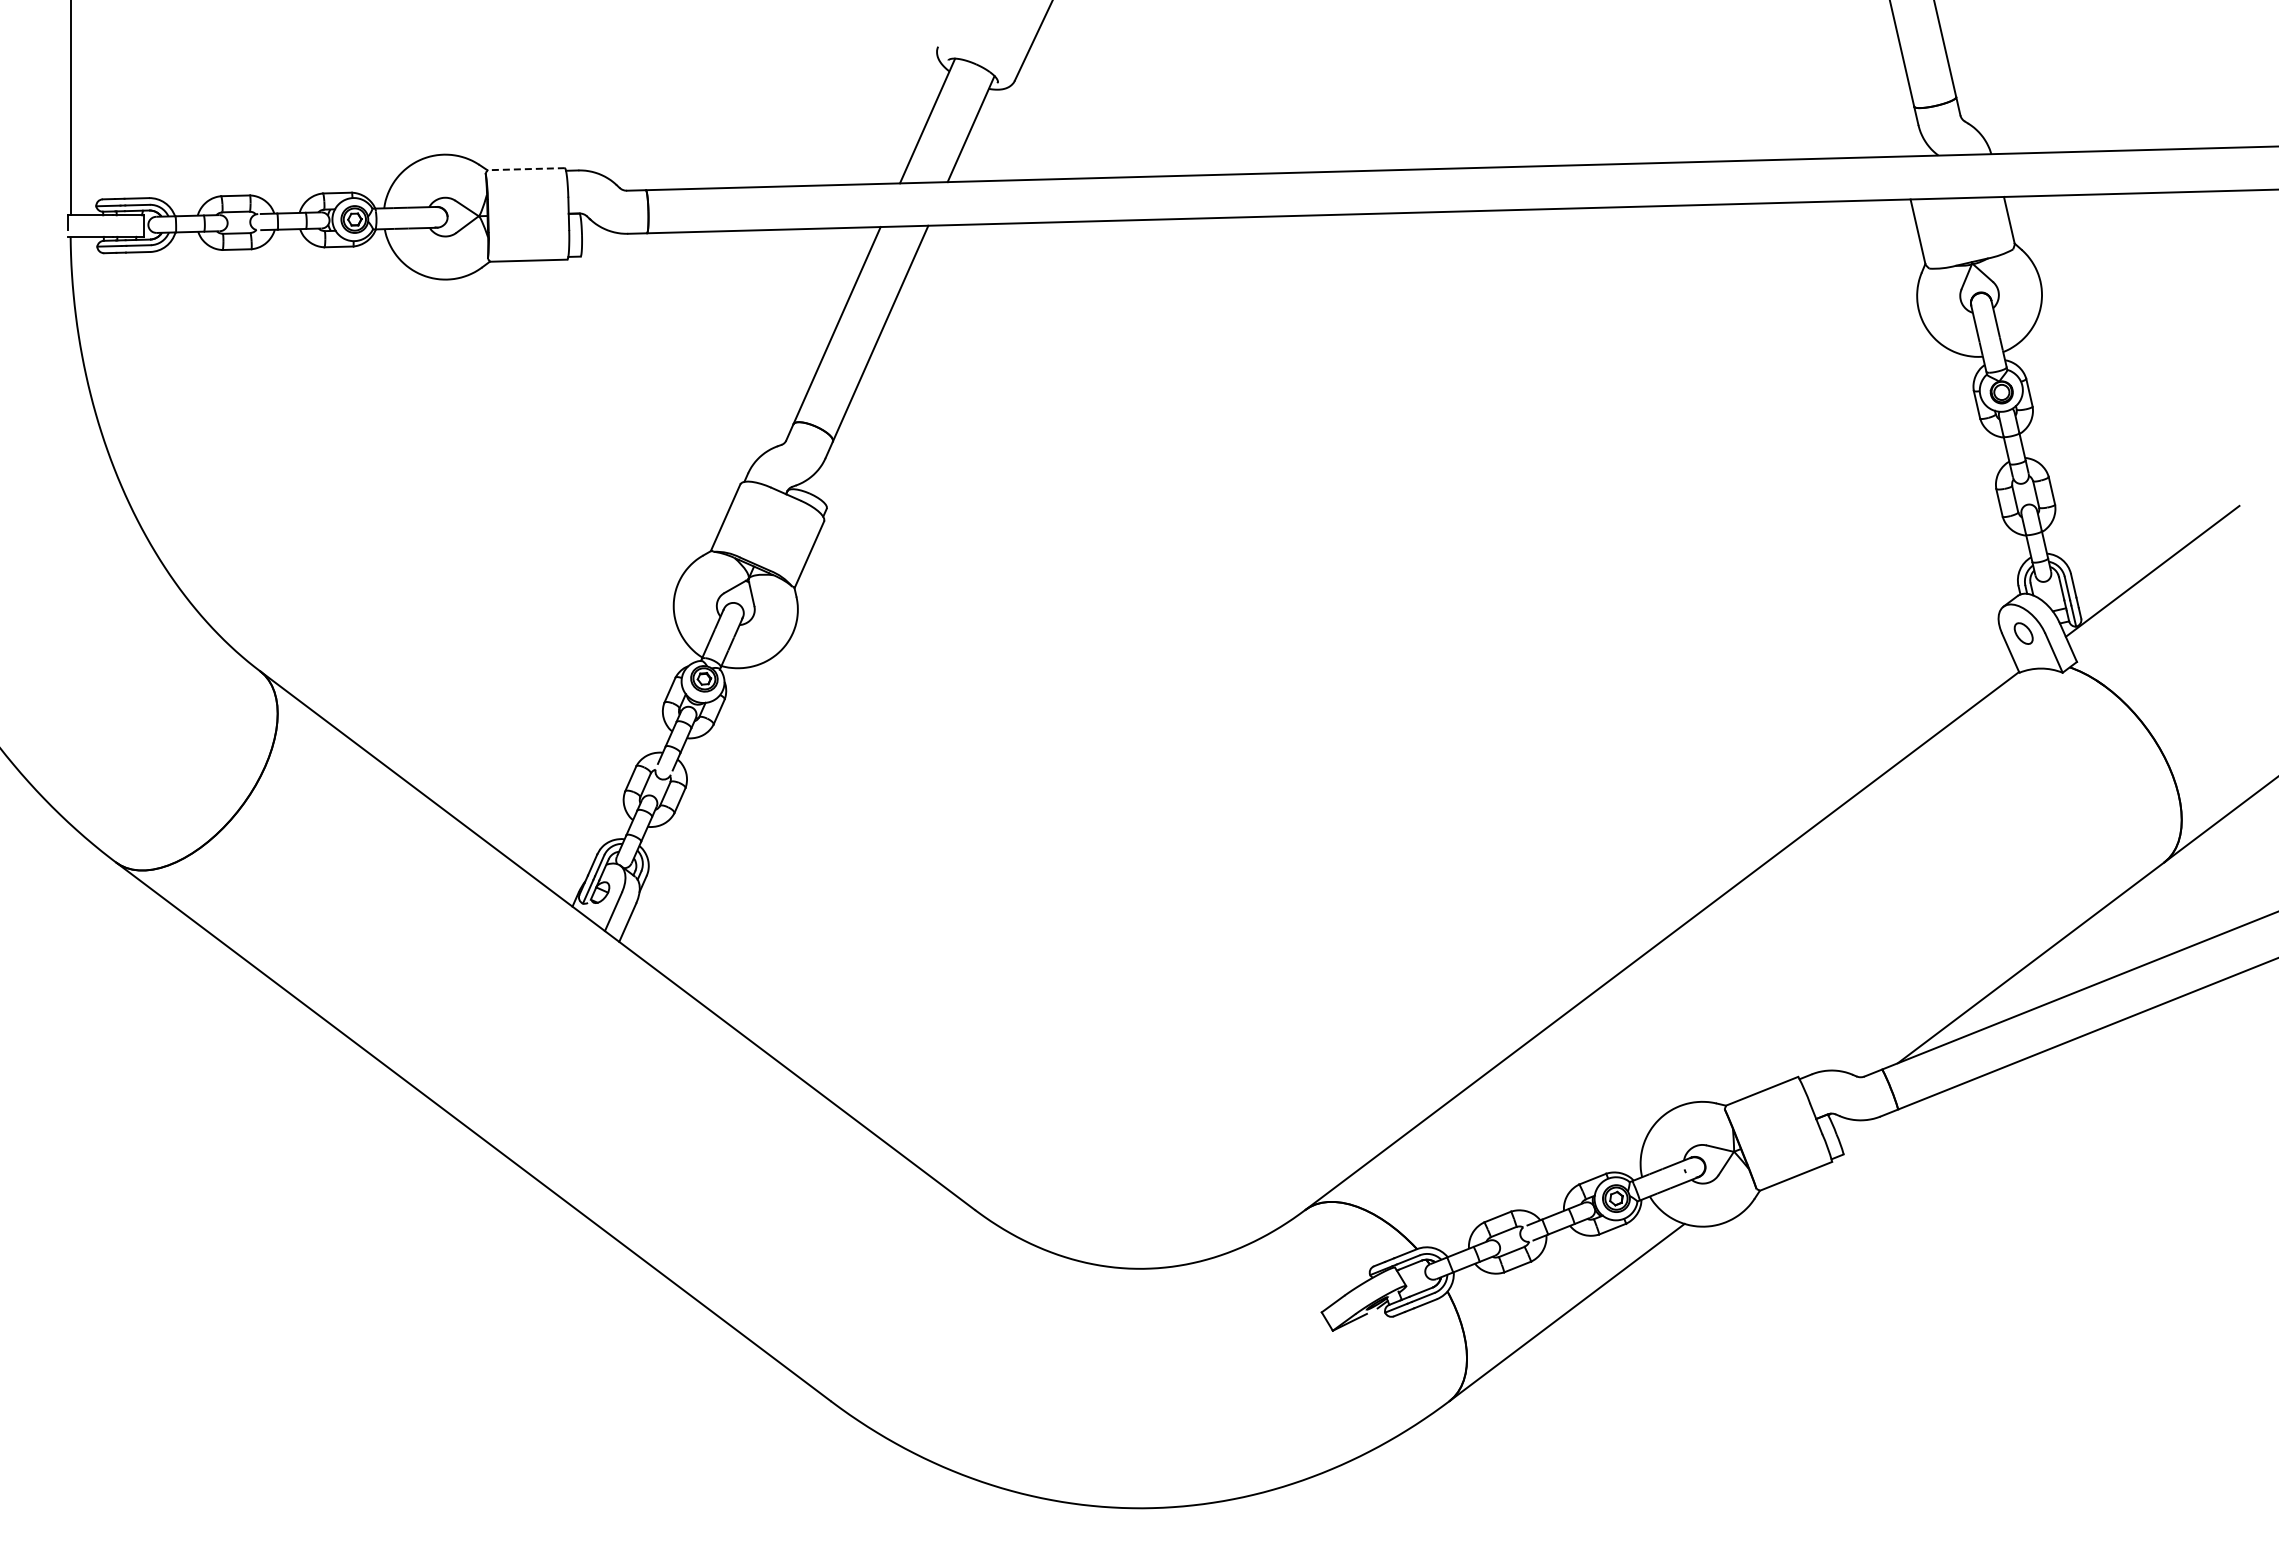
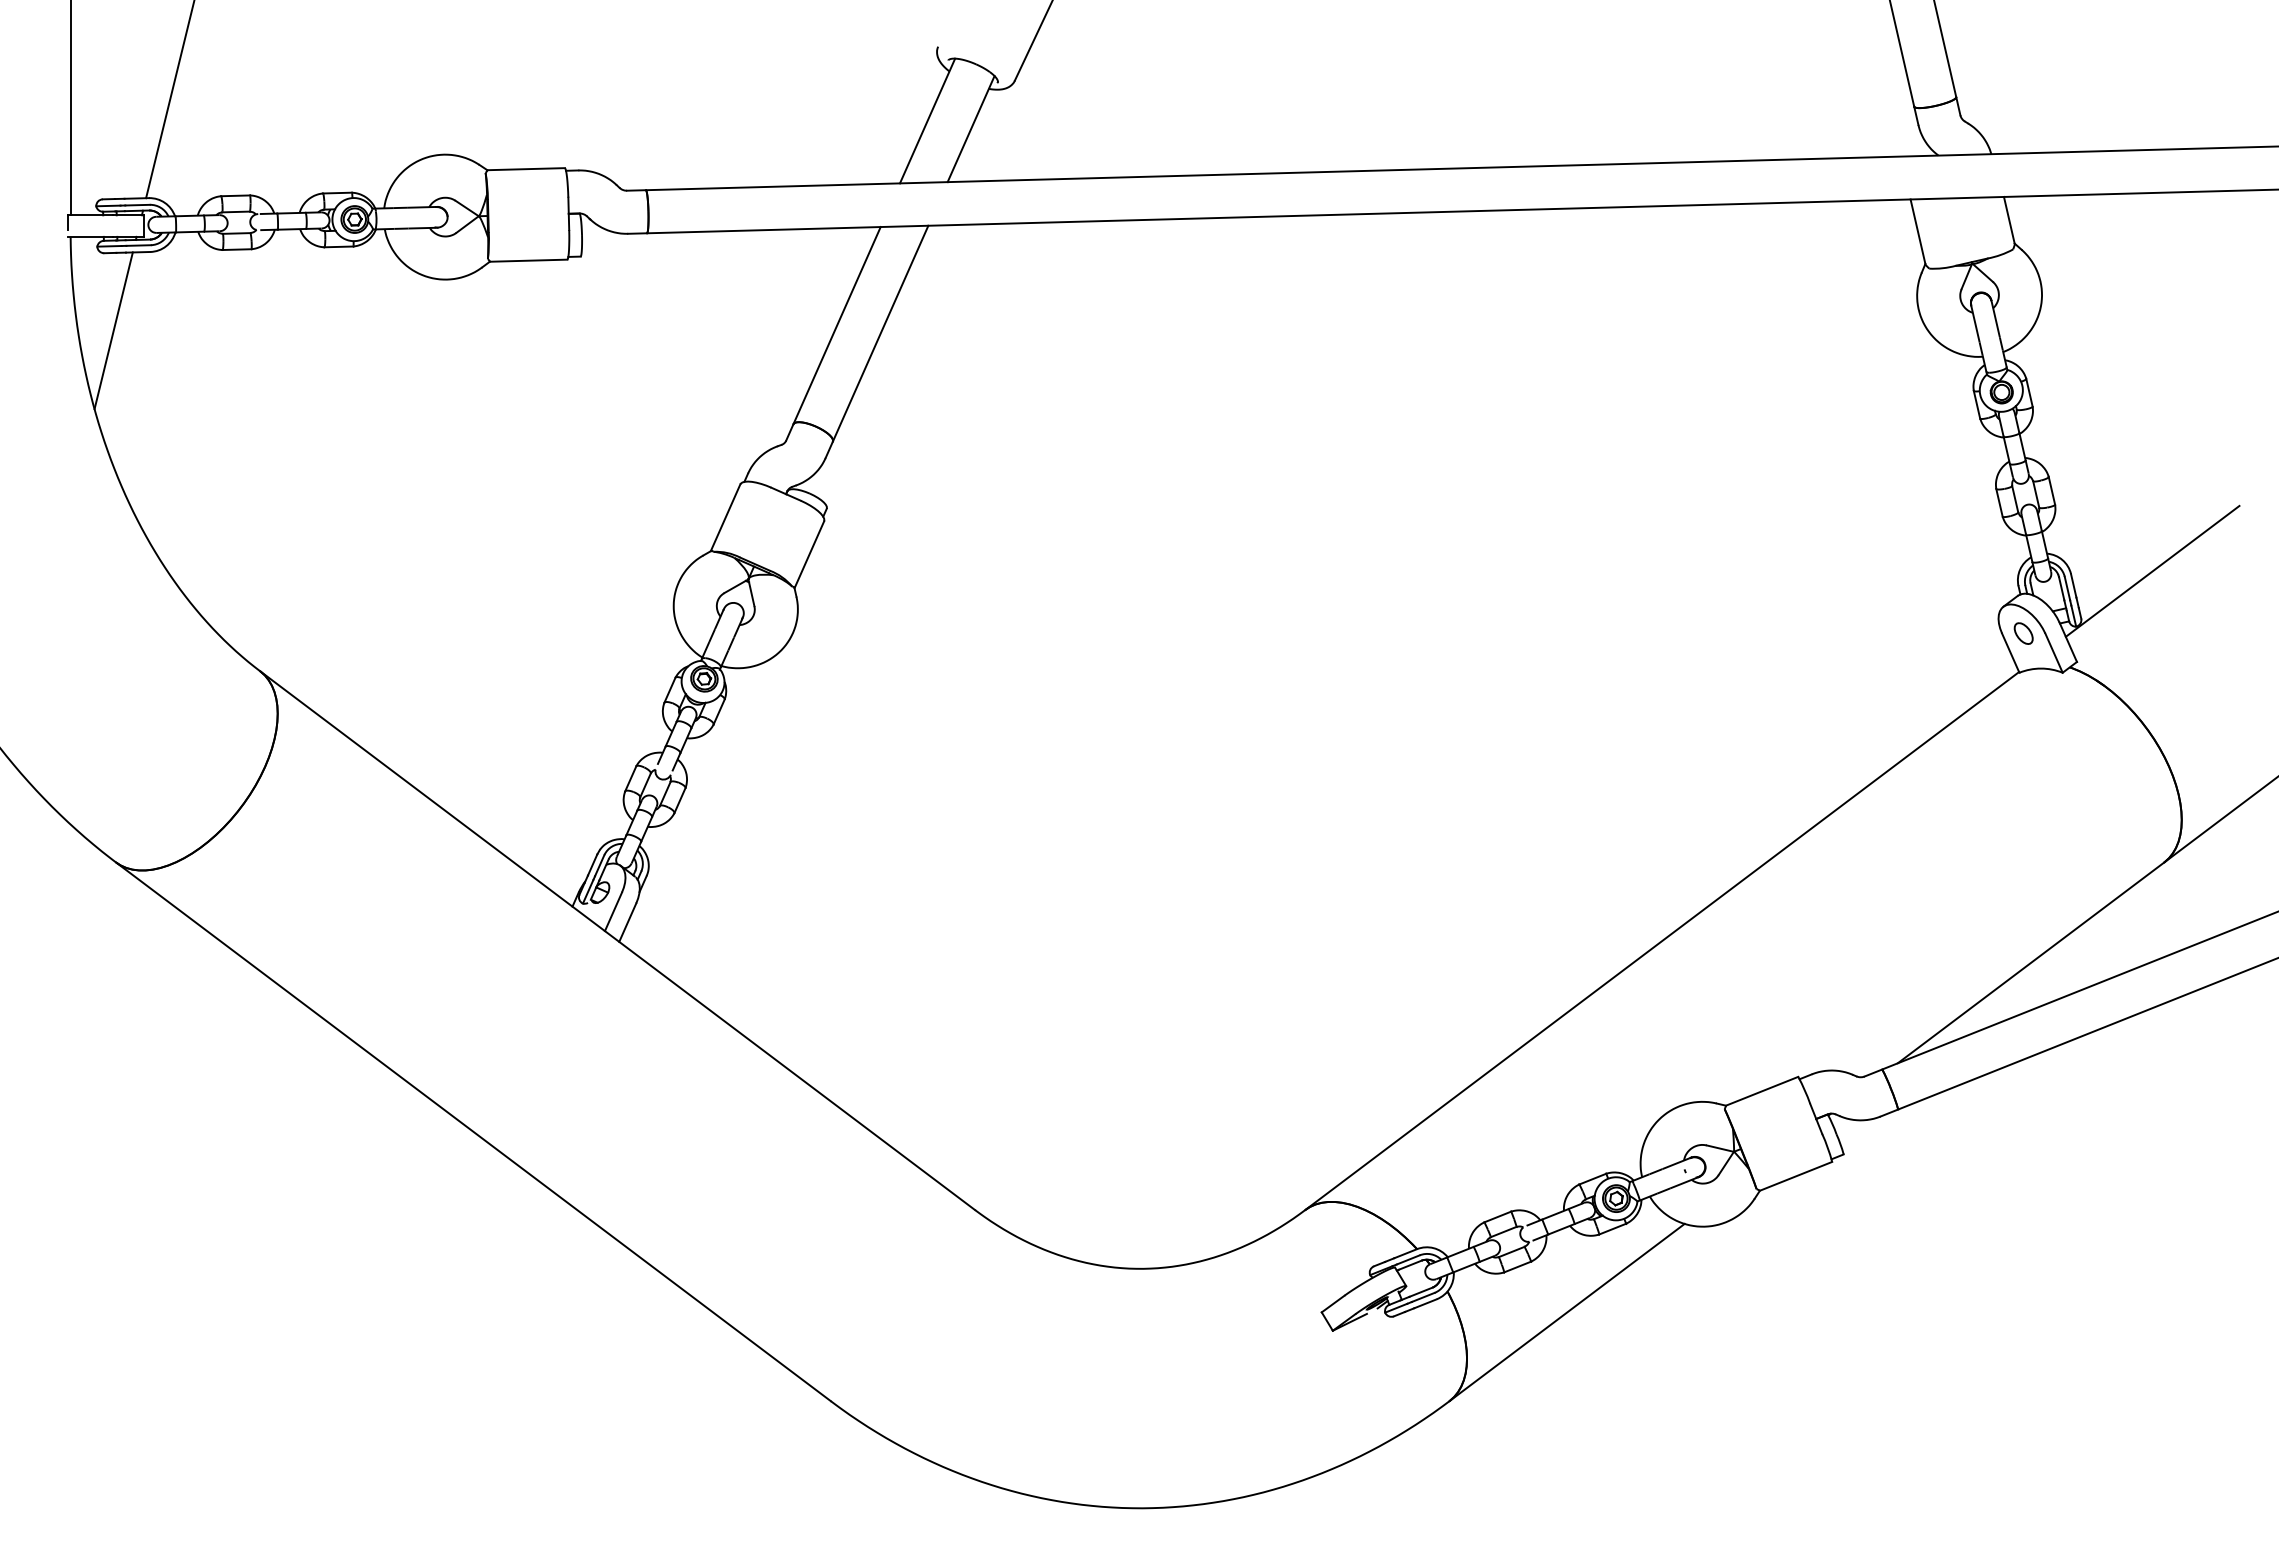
line at (169, 100): none -> present
line at (526, 169): dashed -> solid
line at (113, 330): none -> present
